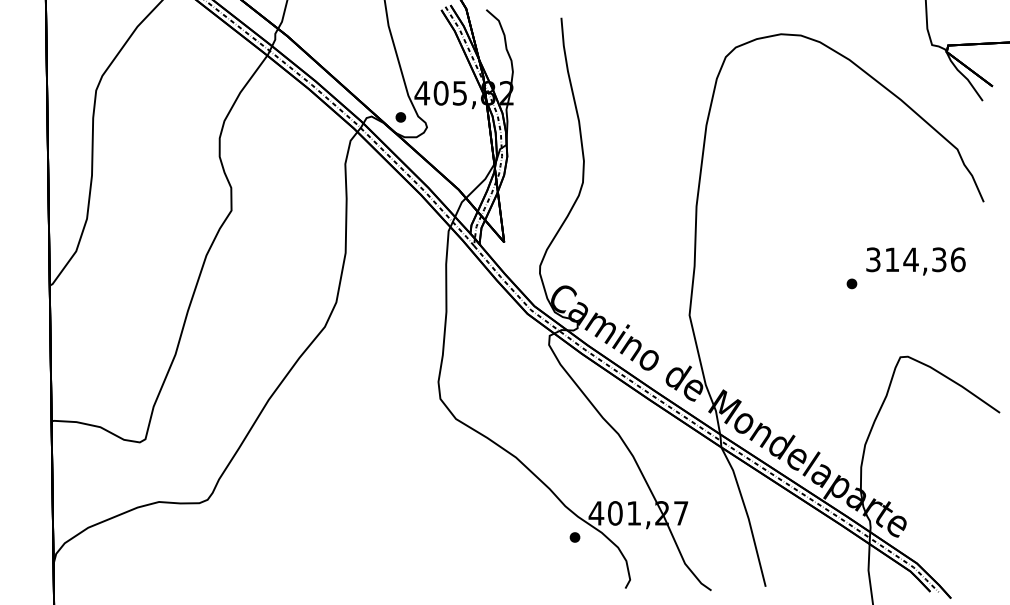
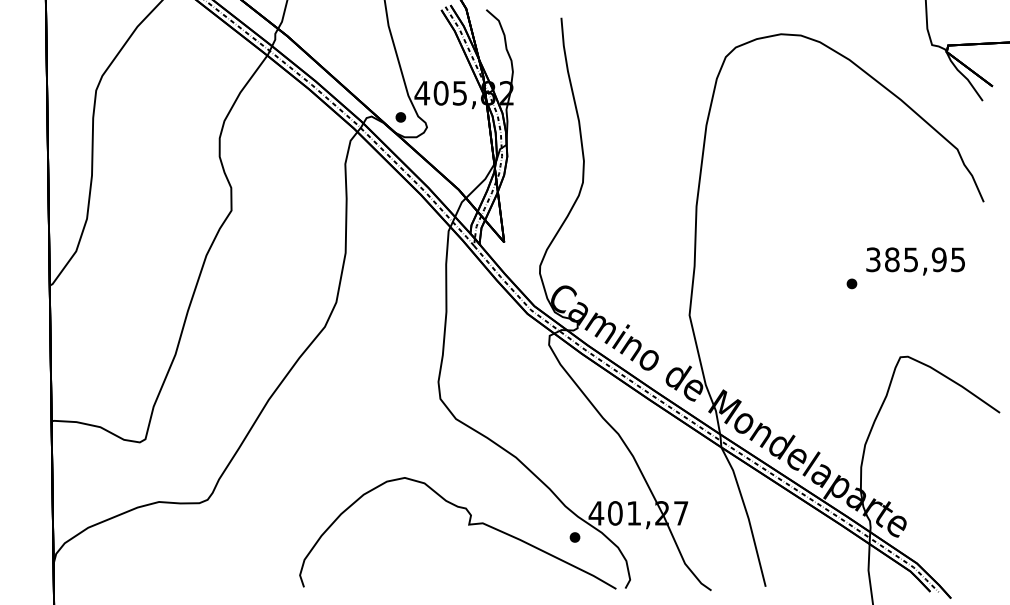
text at (925, 259): 314,36 -> 385,95
curve at (468, 525): none -> present
